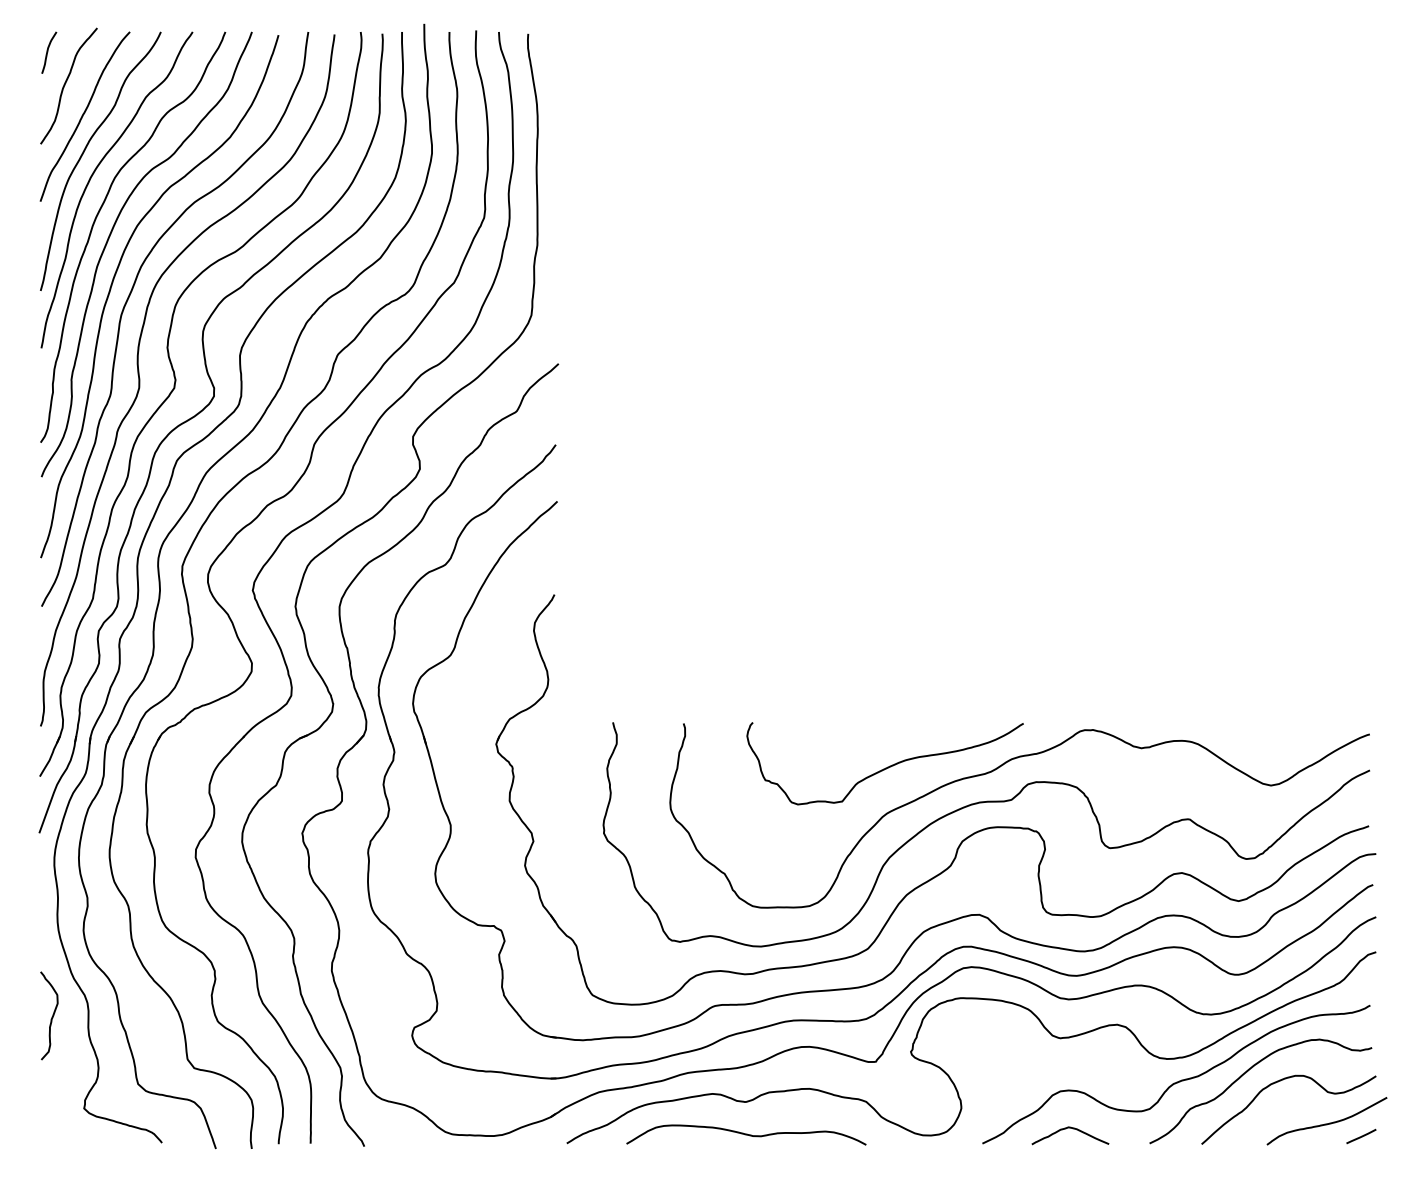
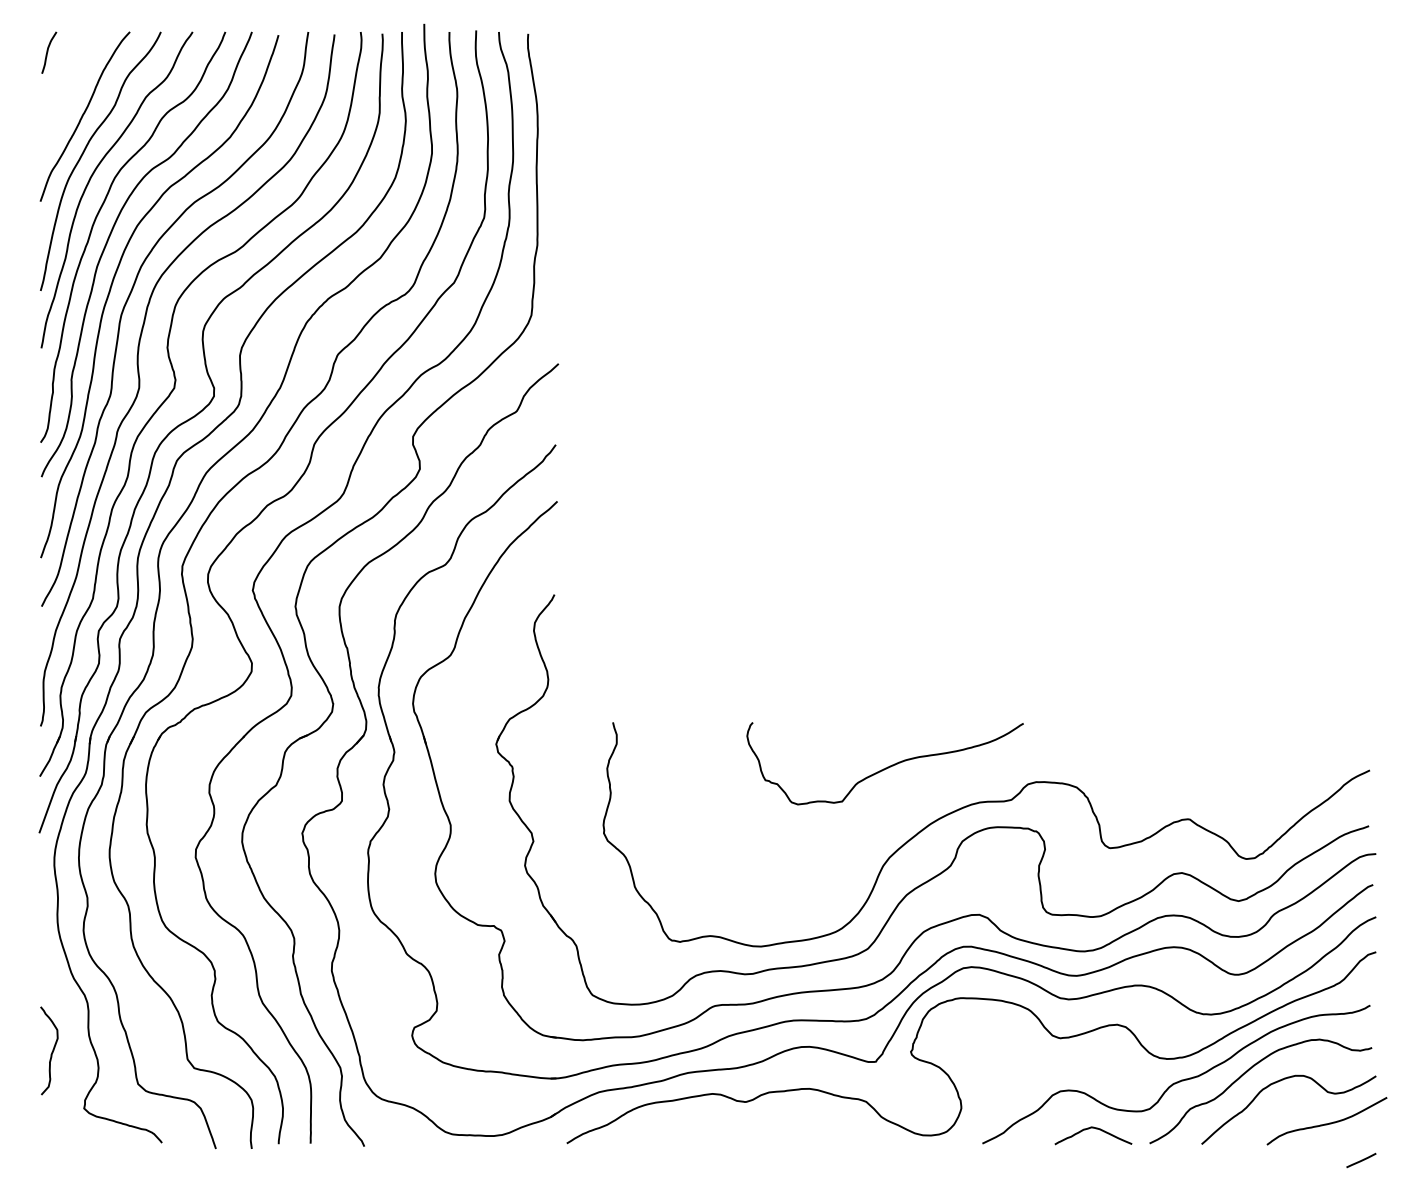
curve at (66, 83): present -> none
curve at (997, 769): present -> none
curve at (51, 1017) position: (51, 1017) -> (51, 1052)
curve at (1073, 1129) position: (1073, 1129) -> (1096, 1129)
curve at (746, 1134): present -> none
line at (1361, 1136) position: (1361, 1136) -> (1361, 1160)
